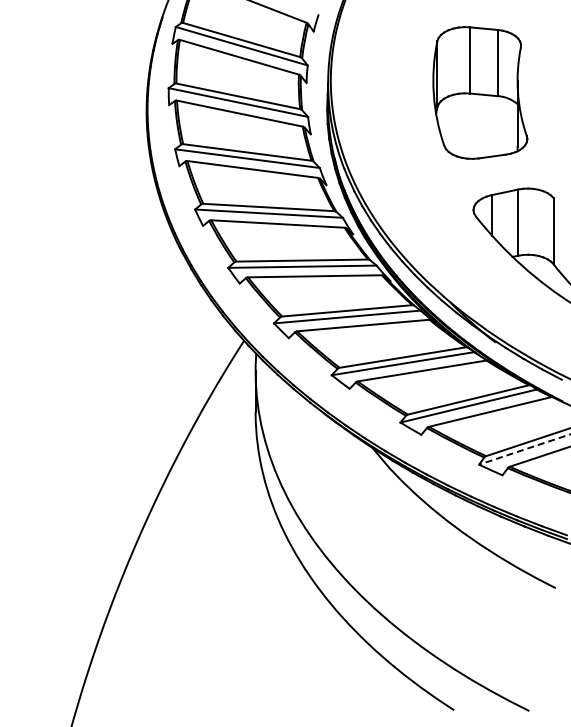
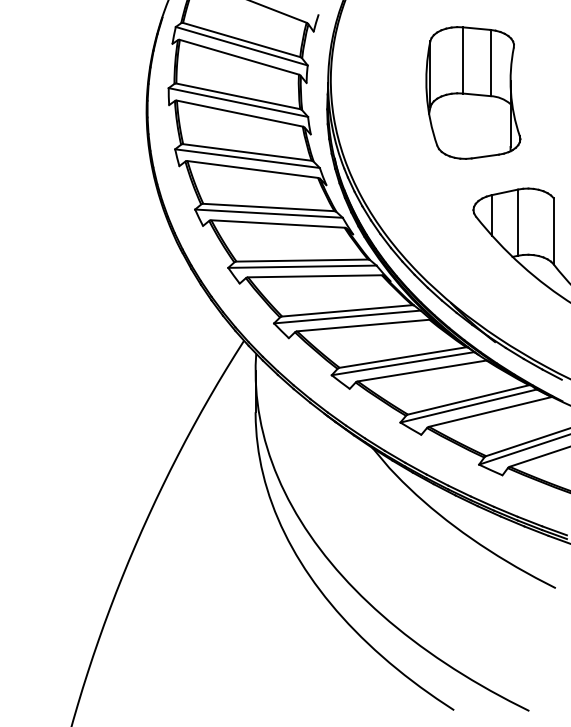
part at (480, 92) position: (480, 92) -> (473, 92)
line at (524, 449): dashed -> solid
